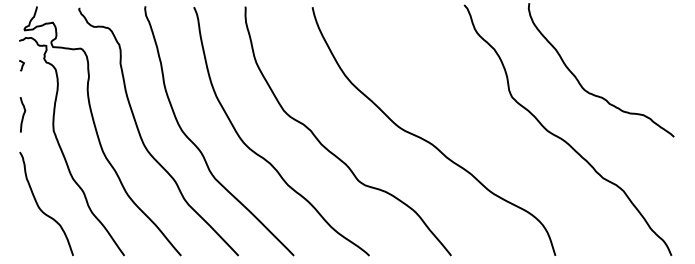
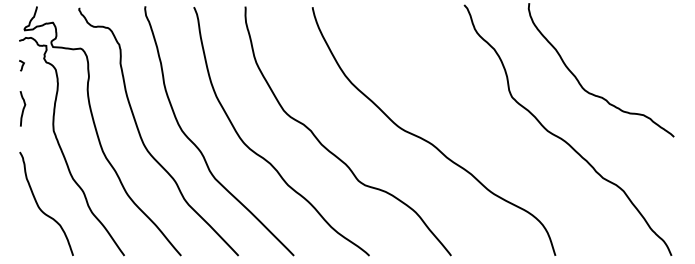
curve at (22, 114) position: (22, 114) -> (22, 108)
